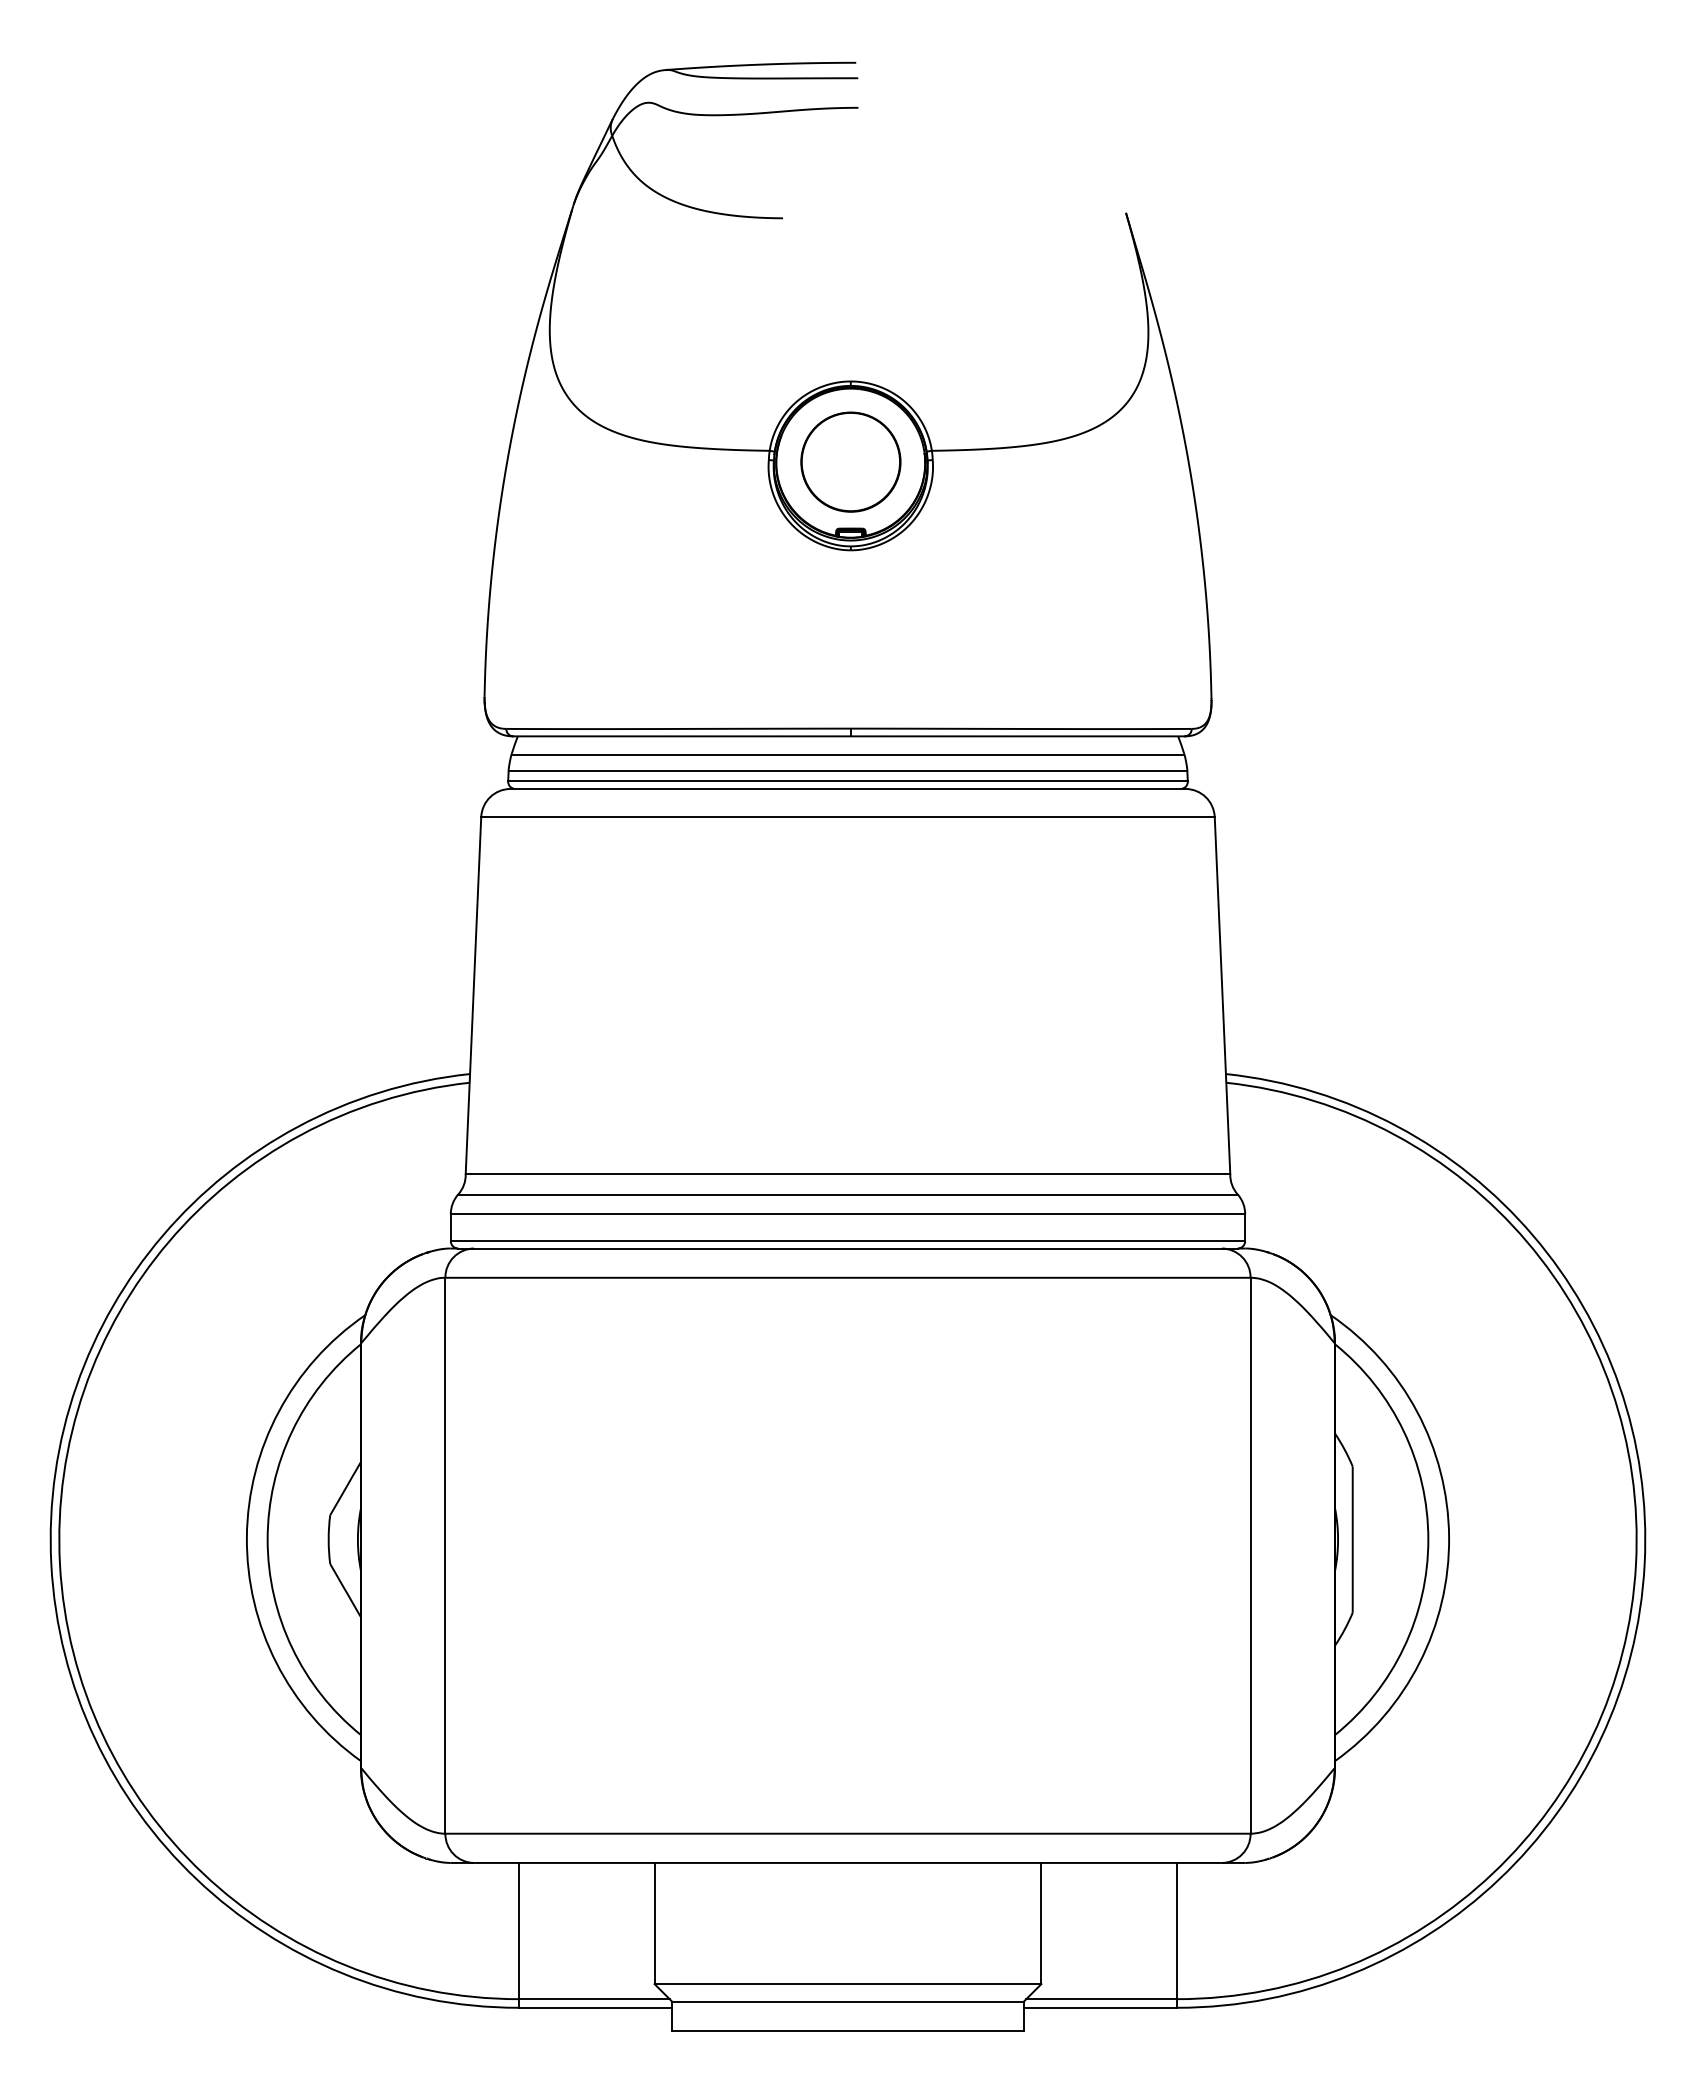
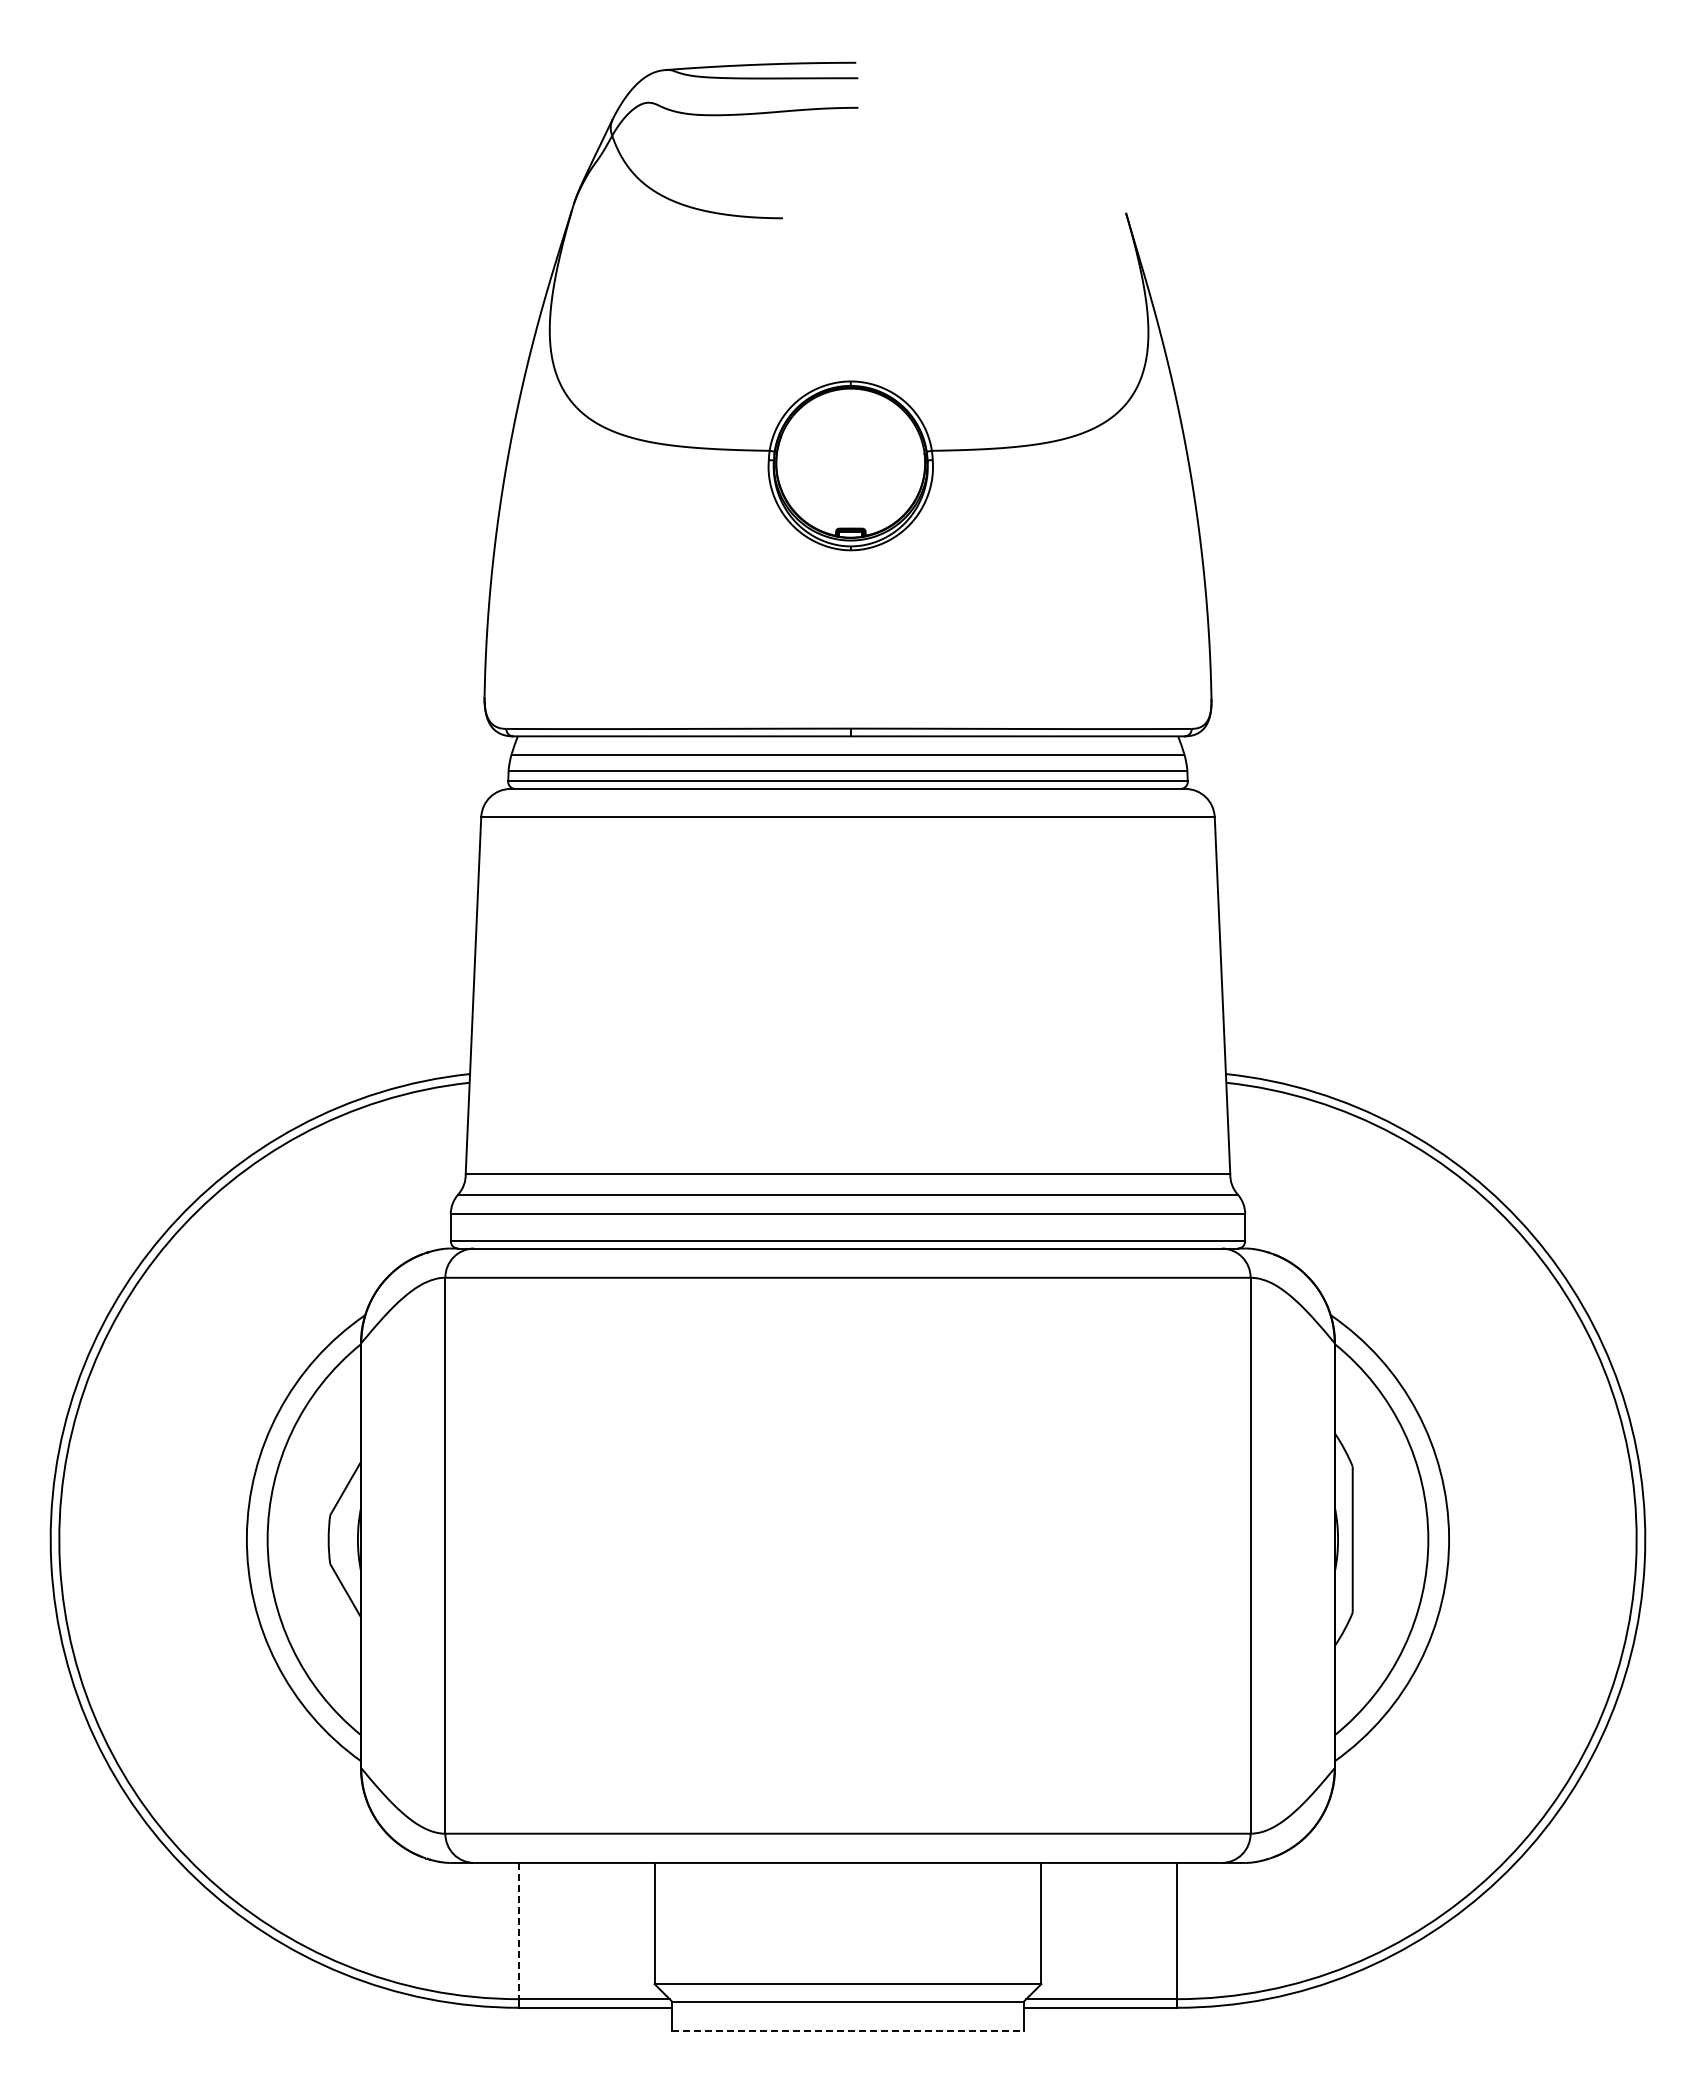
circle at (850, 461): present -> none
line at (518, 1931): solid -> dashed
line at (847, 2031): solid -> dashed
